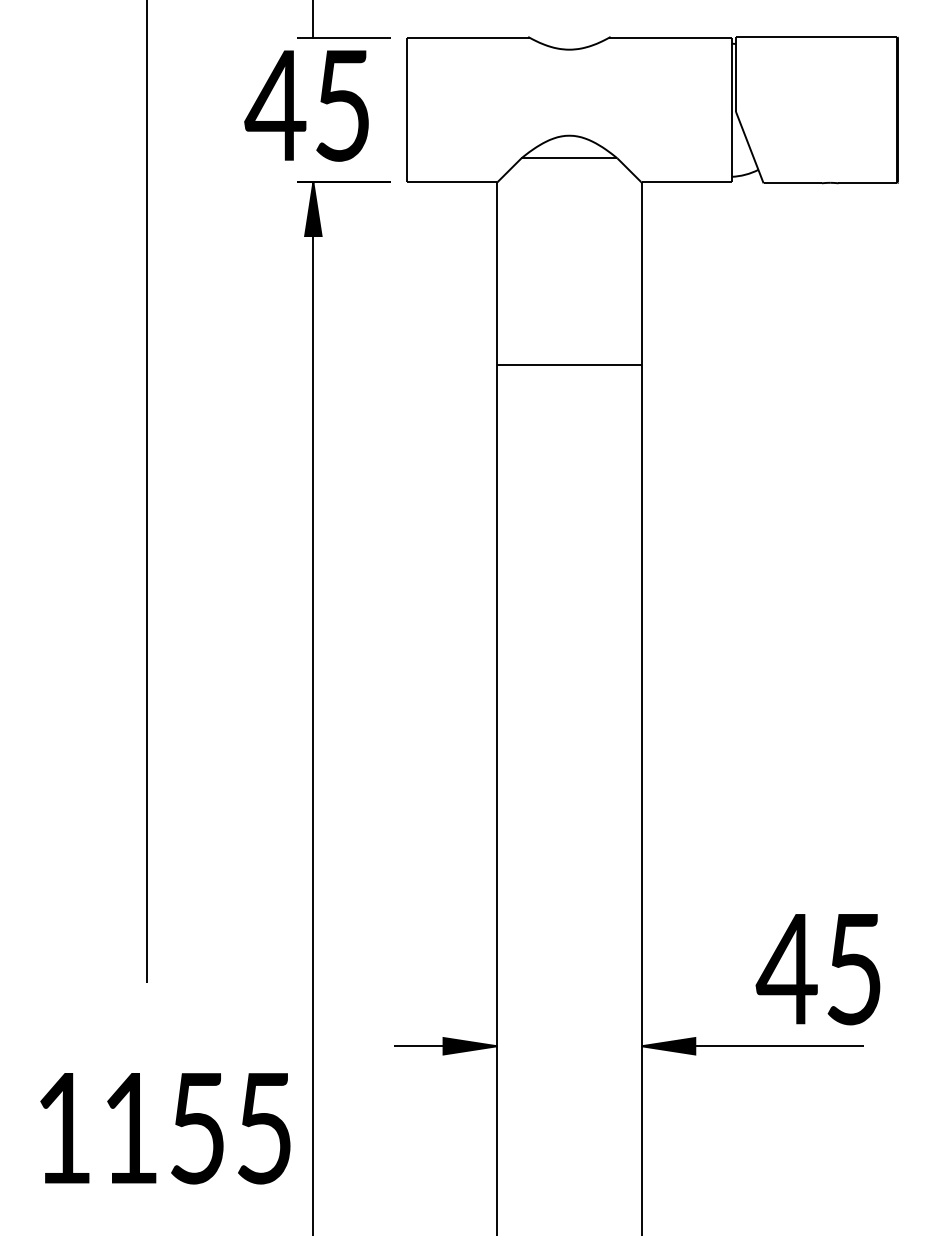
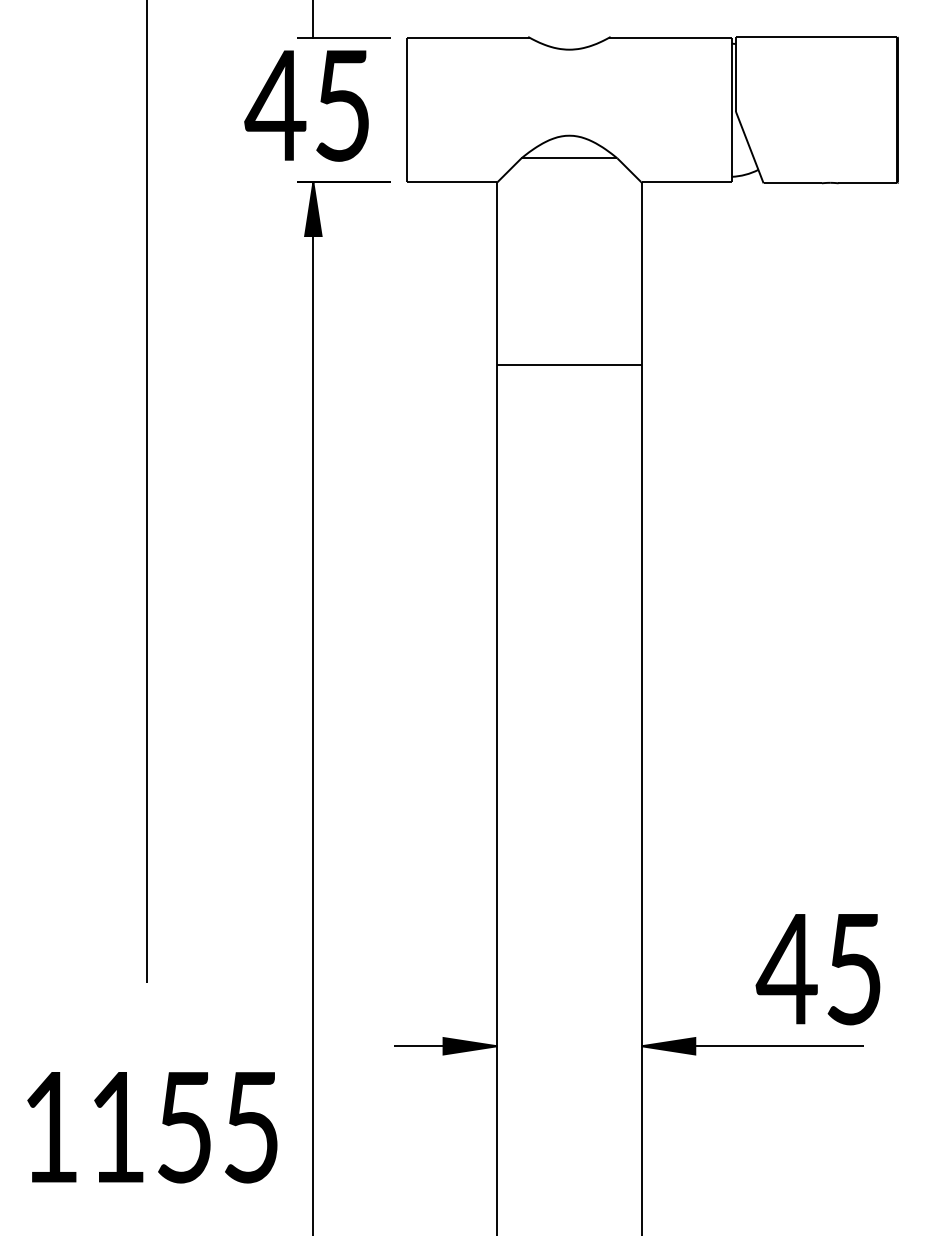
text at (165, 1128) position: (165, 1128) -> (152, 1127)
